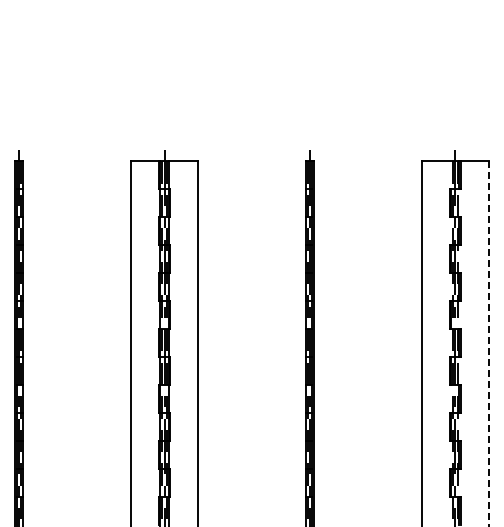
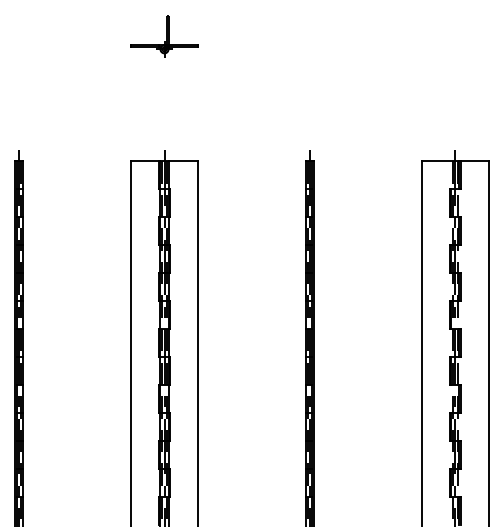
part at (164, 36): none -> present
line at (488, 344): dashed -> solid
